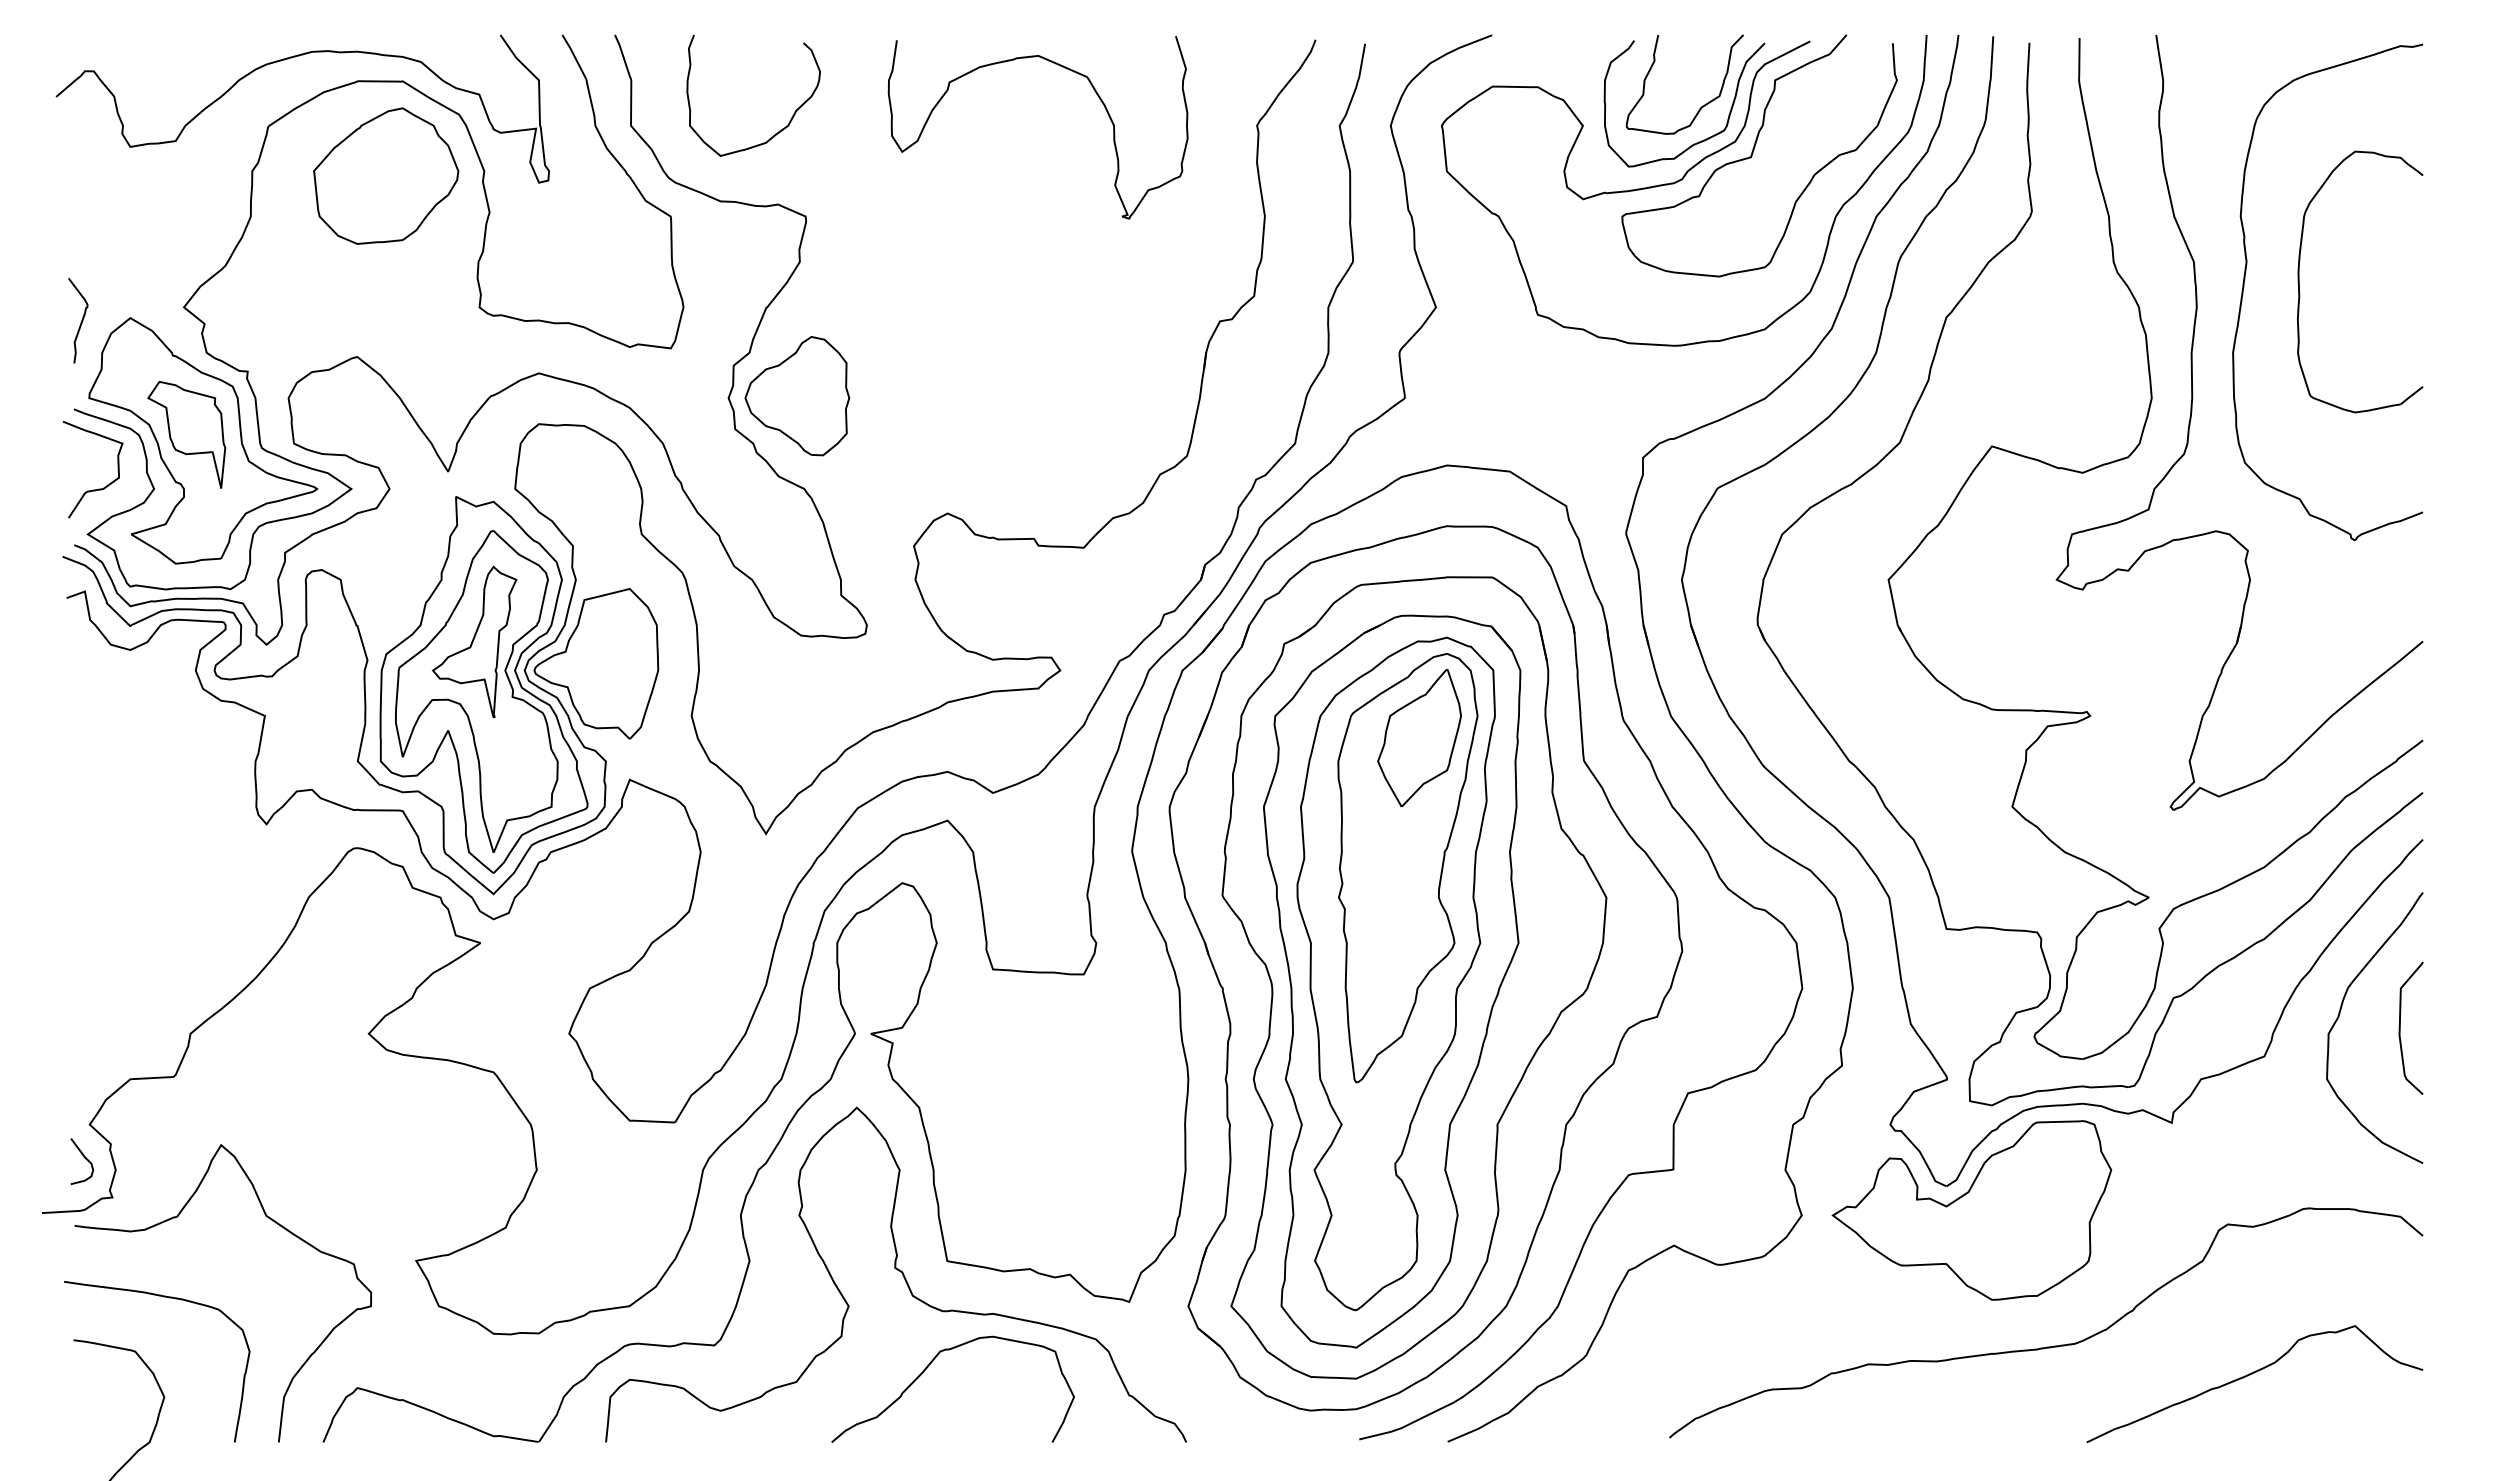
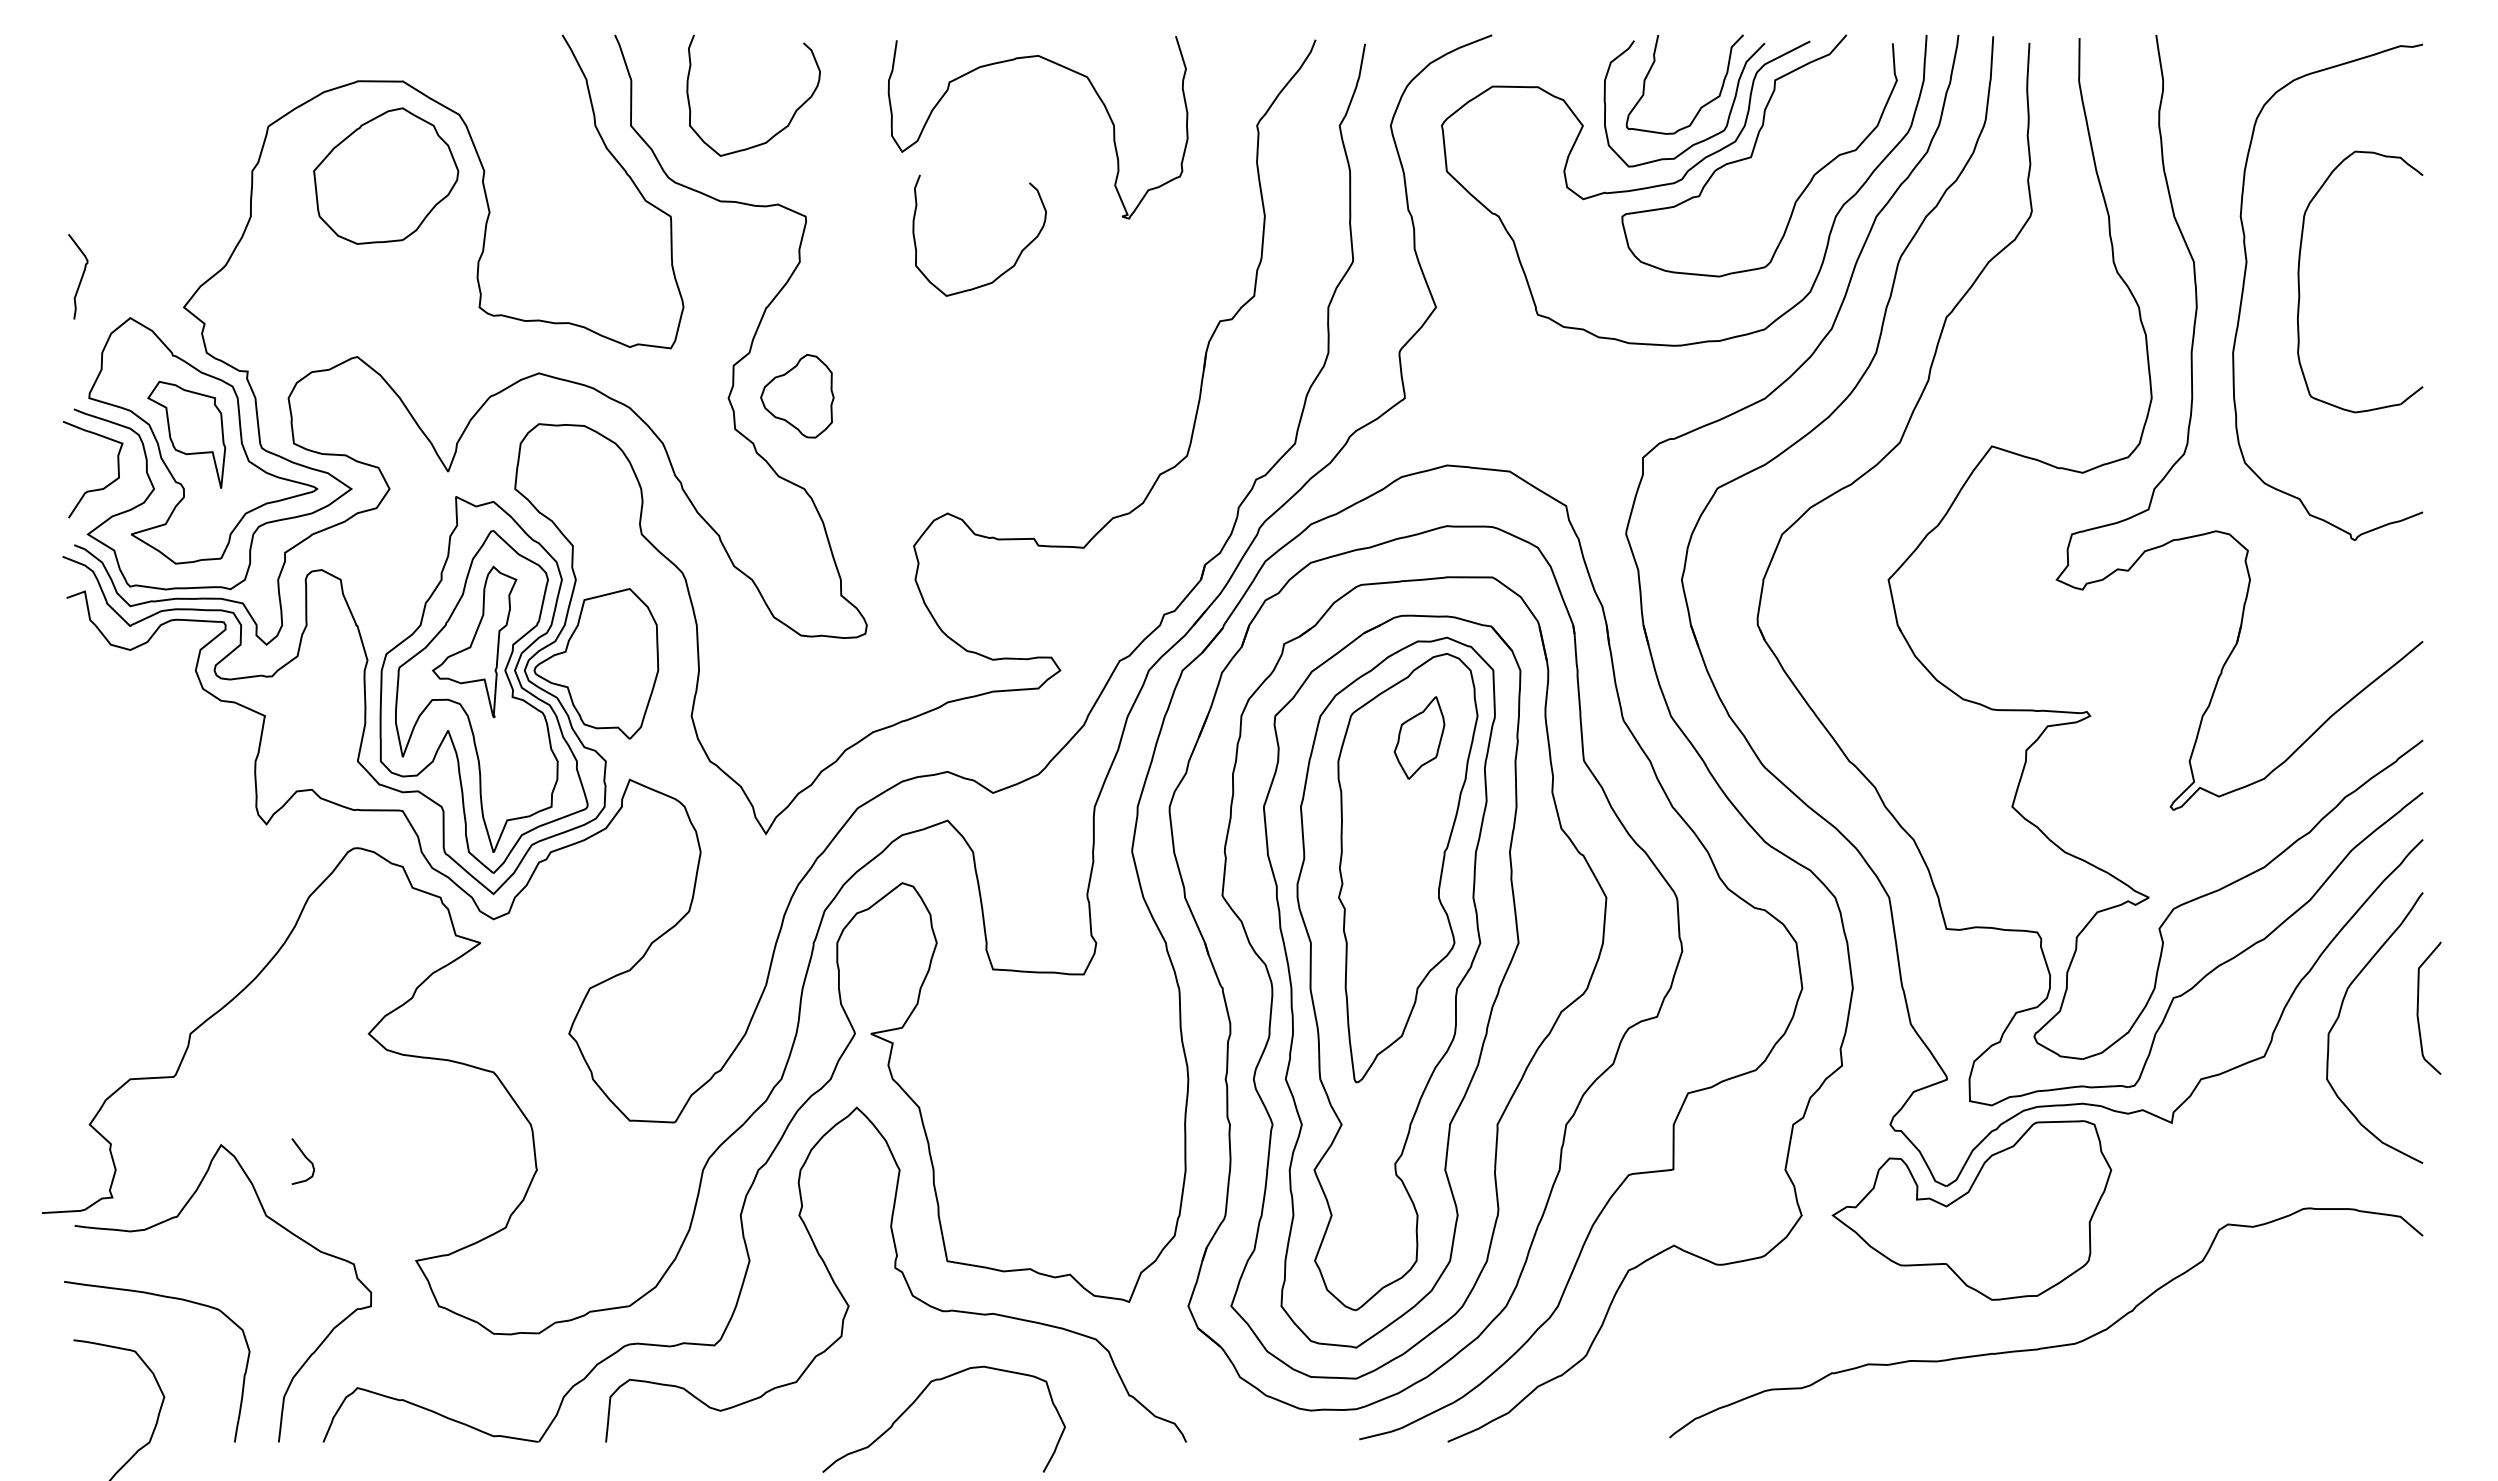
curve at (288, 59): present -> none
curve at (1005, 270): none -> present
curve at (80, 322) position: (80, 322) -> (80, 278)
part at (797, 396) size: 107x121 px -> 75x86 px
part at (1419, 737) size: 85x138 px -> 53x84 px
curve at (2400, 1027) position: (2400, 1027) -> (2418, 1007)
curve at (84, 1158) position: (84, 1158) -> (305, 1158)
curve at (928, 1367) position: (928, 1367) -> (919, 1397)
curve at (2250, 1375): present -> none
